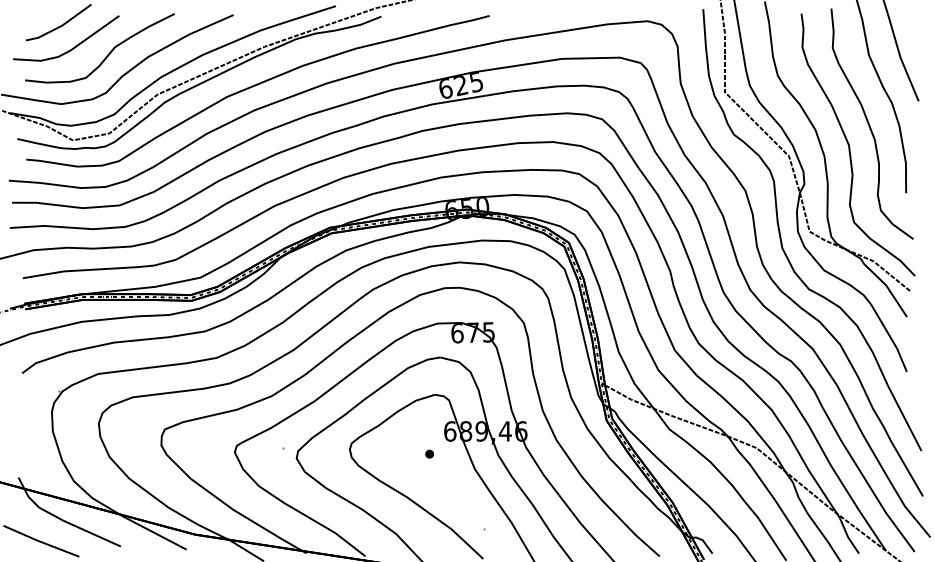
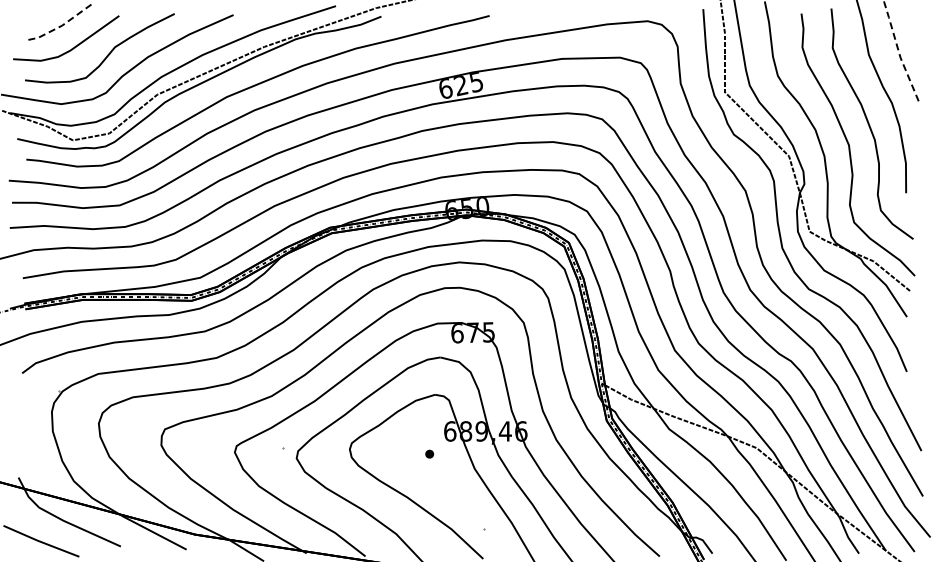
line at (60, 26): solid -> dashed
line at (898, 51): solid -> dashed
